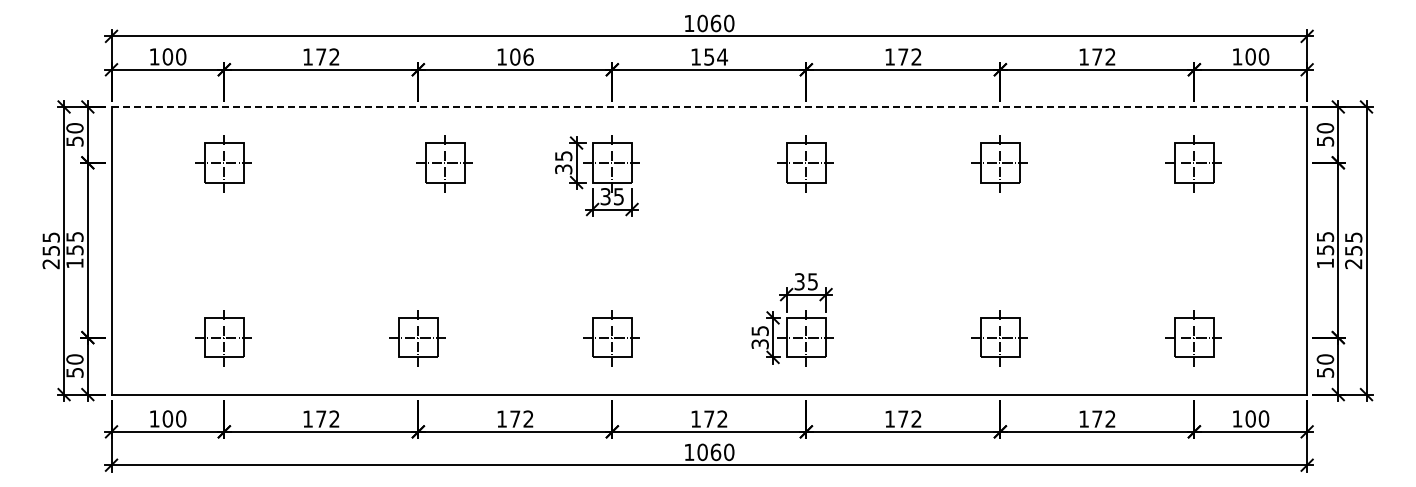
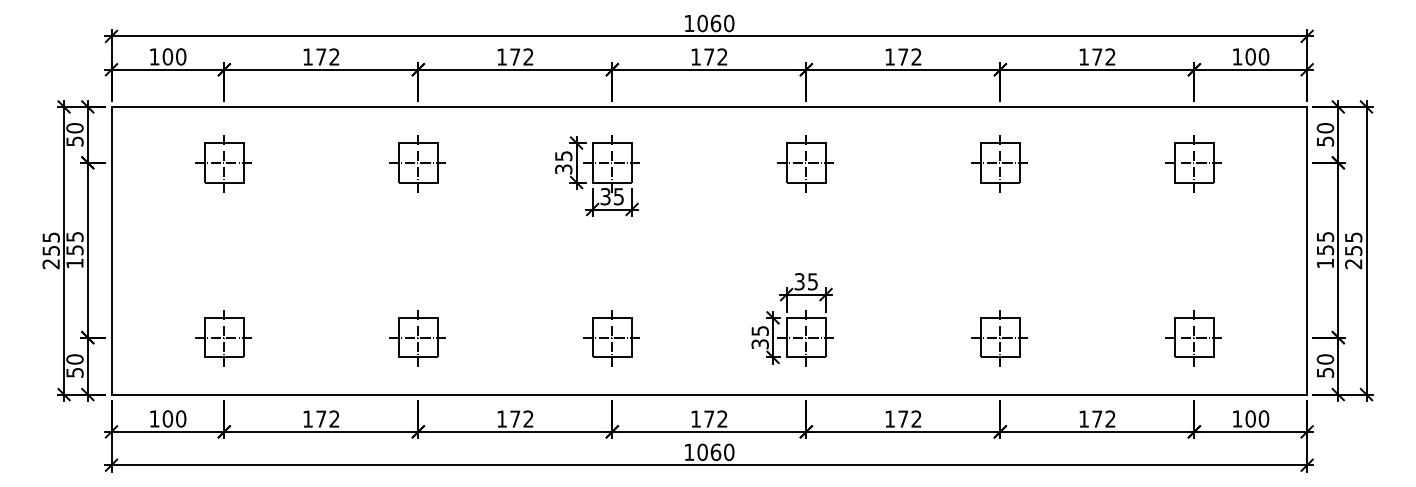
text at (521, 56): 106 -> 172
text at (716, 56): 154 -> 172
line at (709, 106): dashed -> solid
part at (444, 163) position: (444, 163) -> (417, 163)
